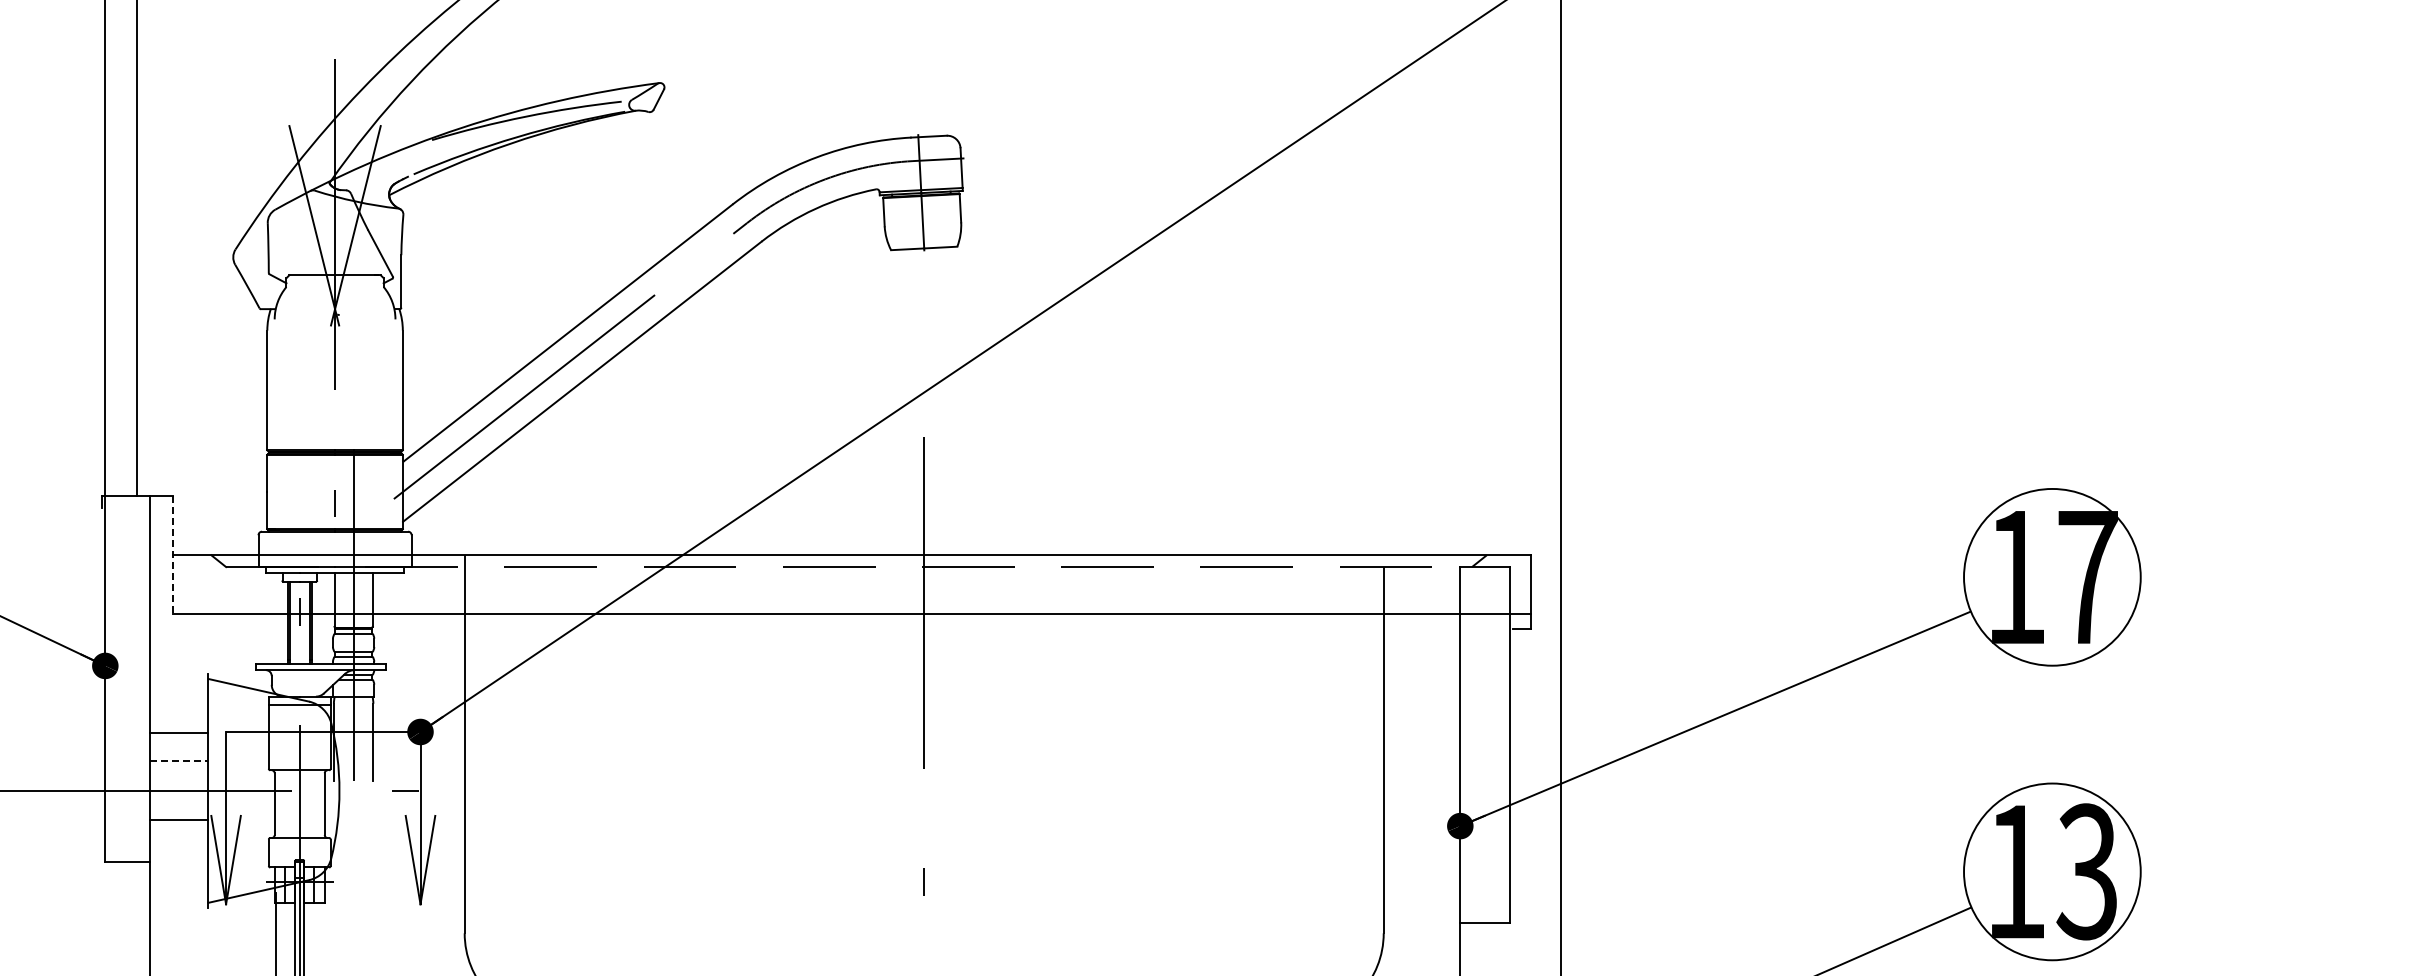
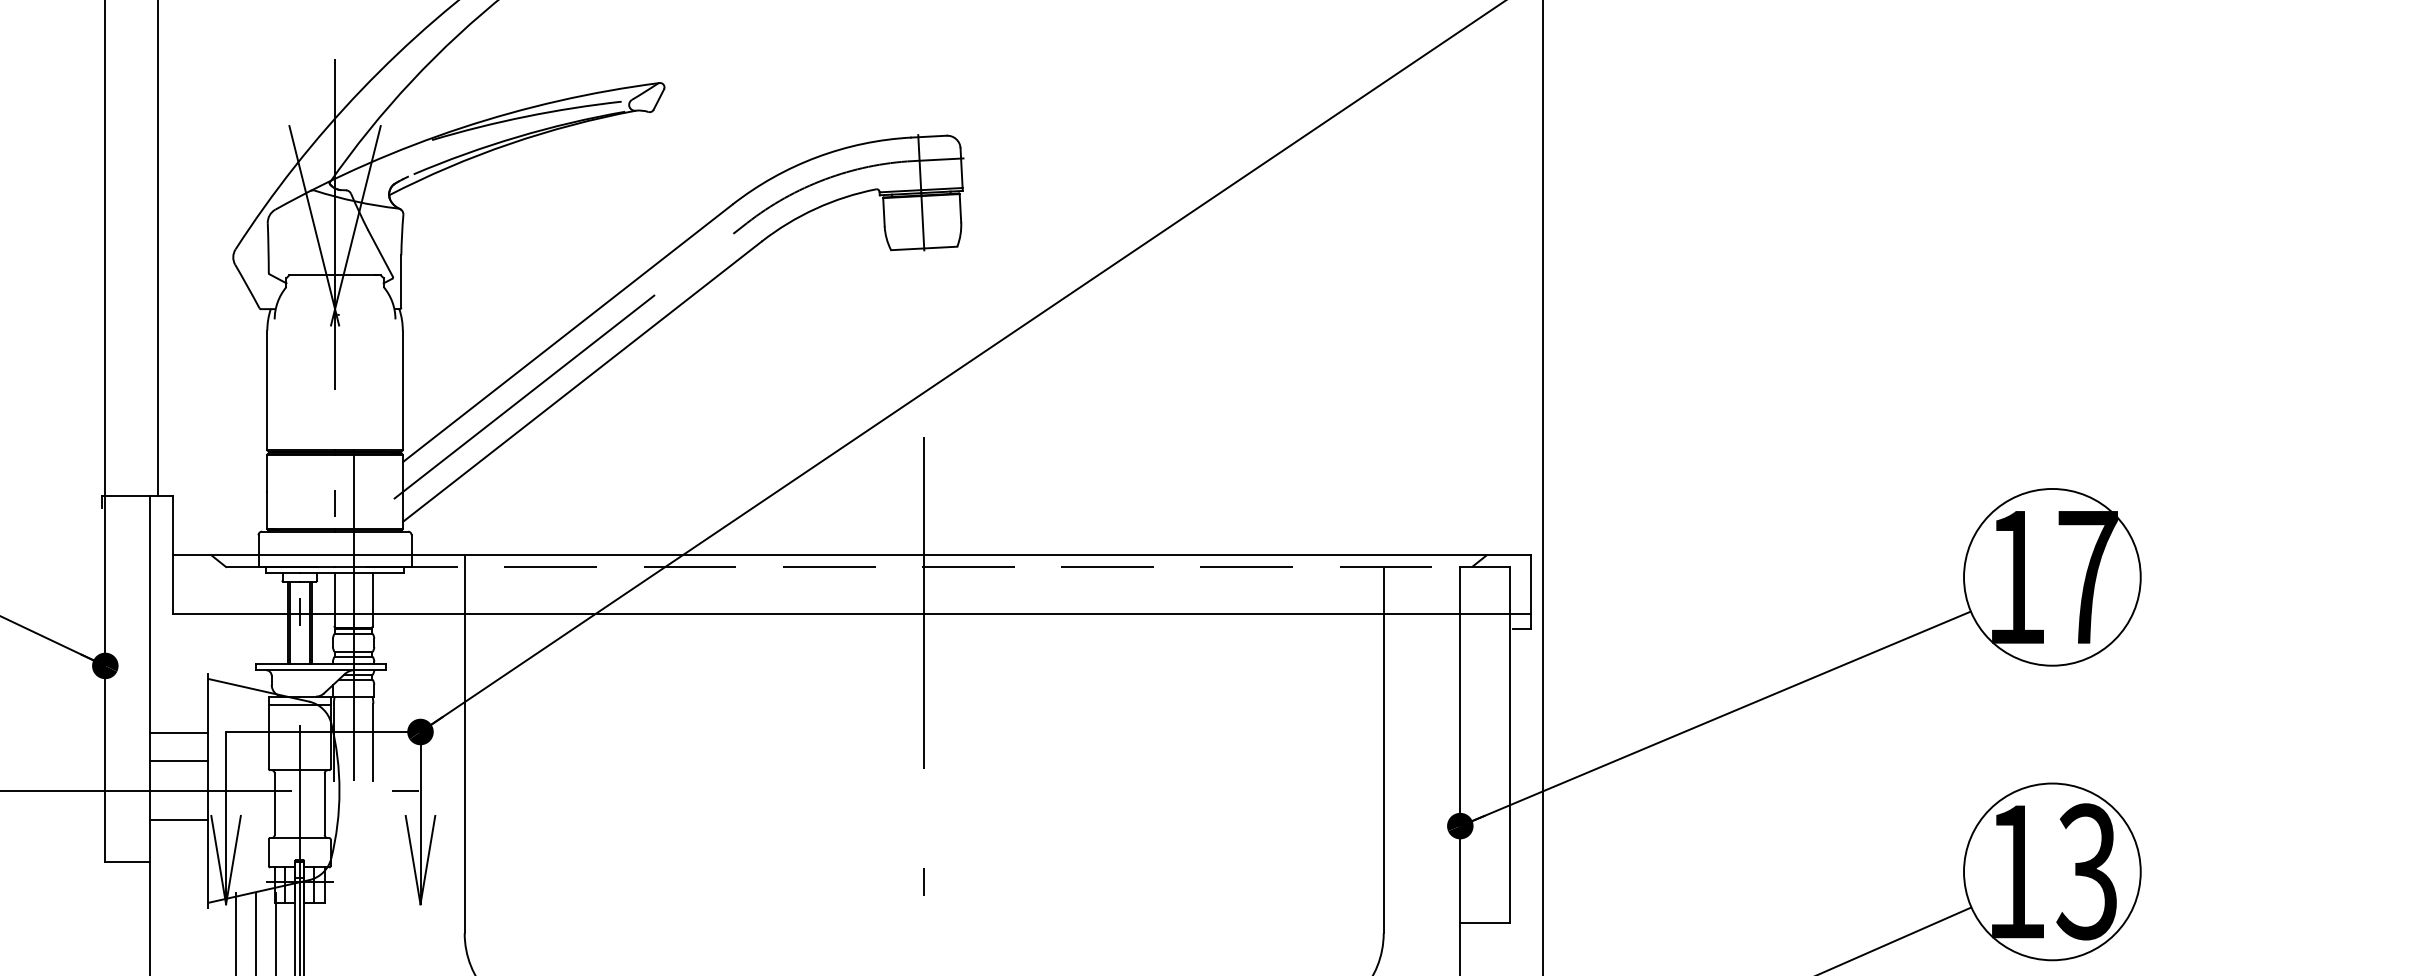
line at (137, 249) position: (137, 249) -> (158, 249)
line at (1560, 487) position: (1560, 487) -> (1542, 487)
line at (173, 555): dashed -> solid
line at (179, 761): dashed -> solid
line at (236, 932): none -> present
line at (255, 932): none -> present
